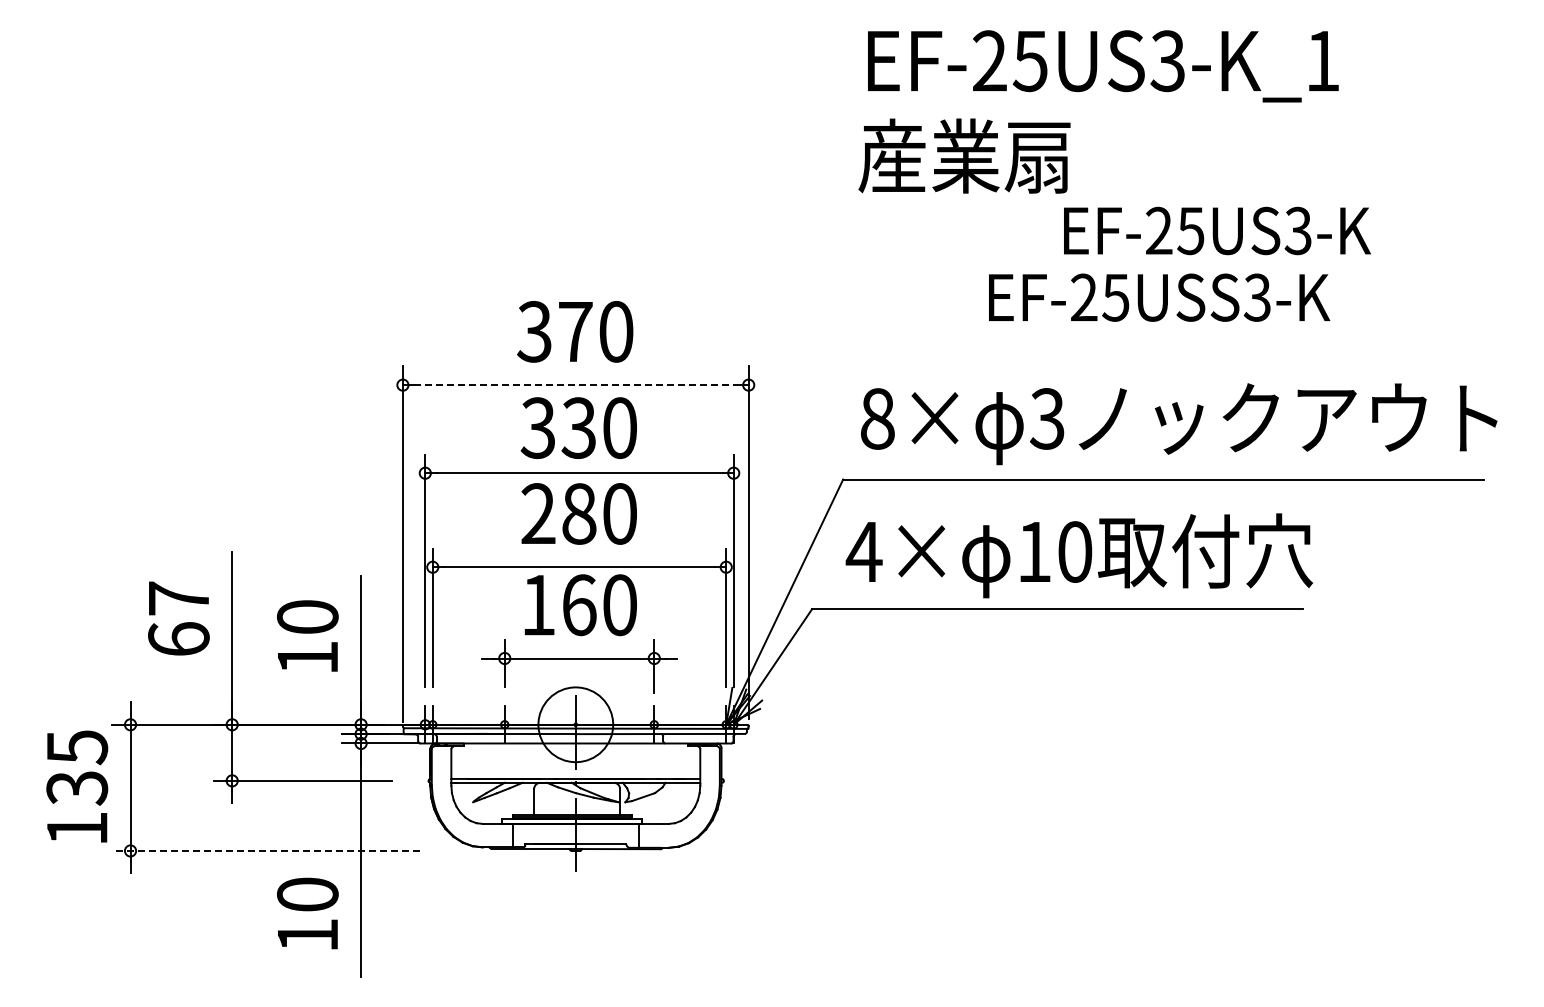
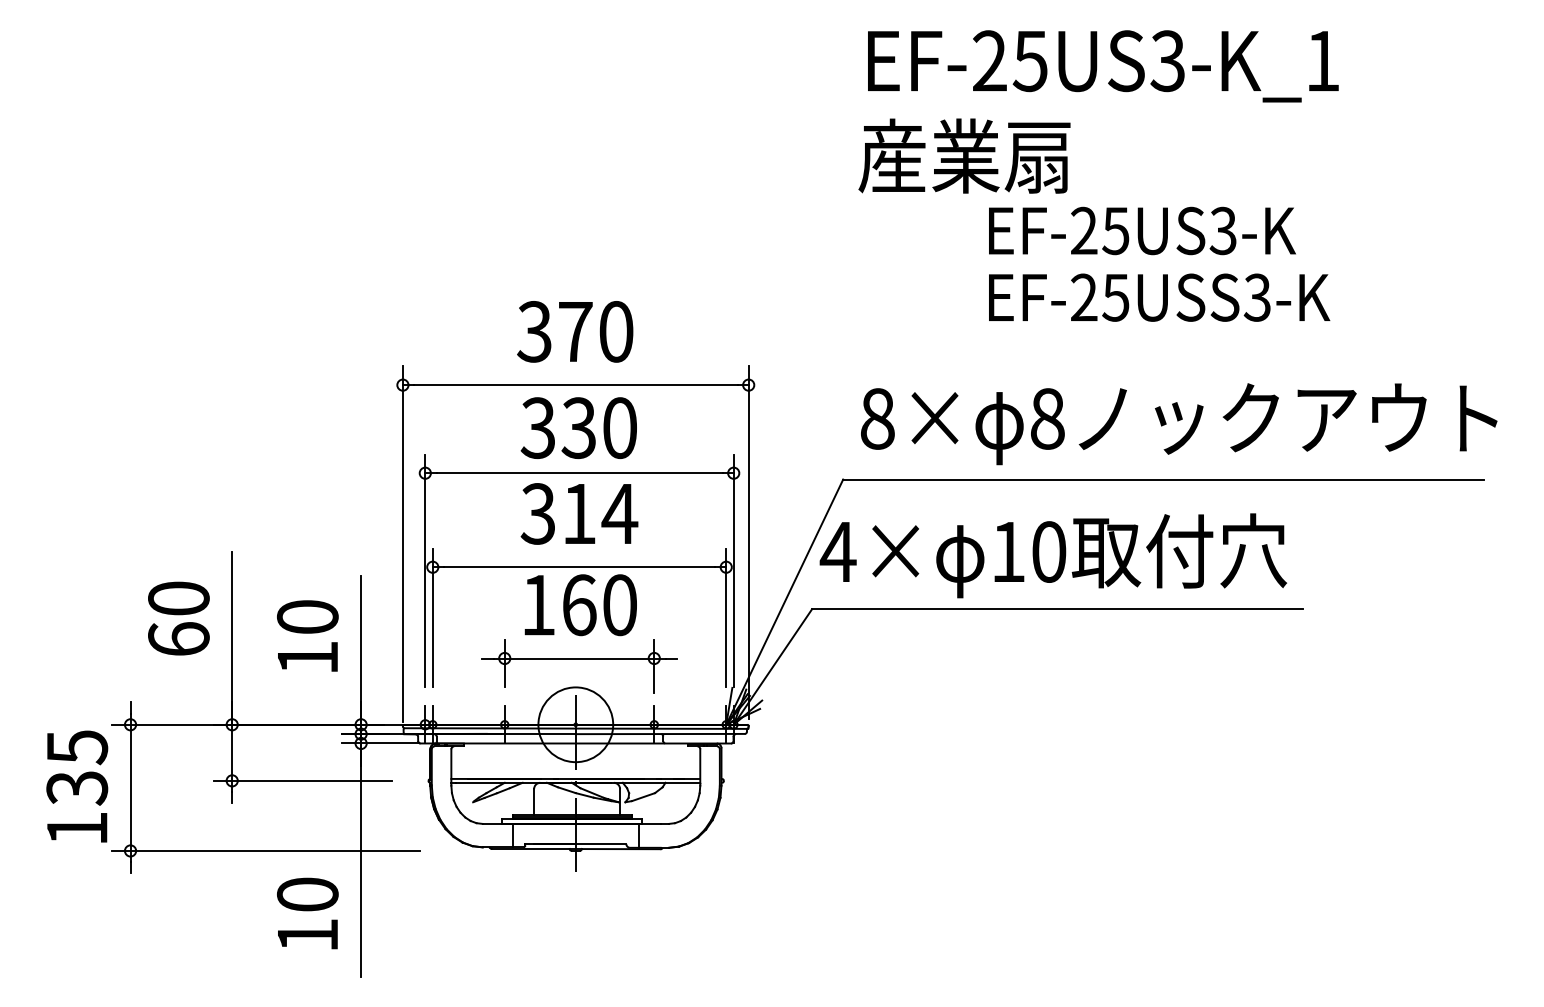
text at (1217, 230) position: (1217, 230) -> (1142, 230)
line at (575, 385): dashed -> solid
text at (1046, 418): 3 -> 8
text at (579, 513): 280 -> 314
text at (1079, 555) position: (1079, 555) -> (1053, 555)
text at (178, 598): 67 -> 60
line at (265, 850): dashed -> solid
